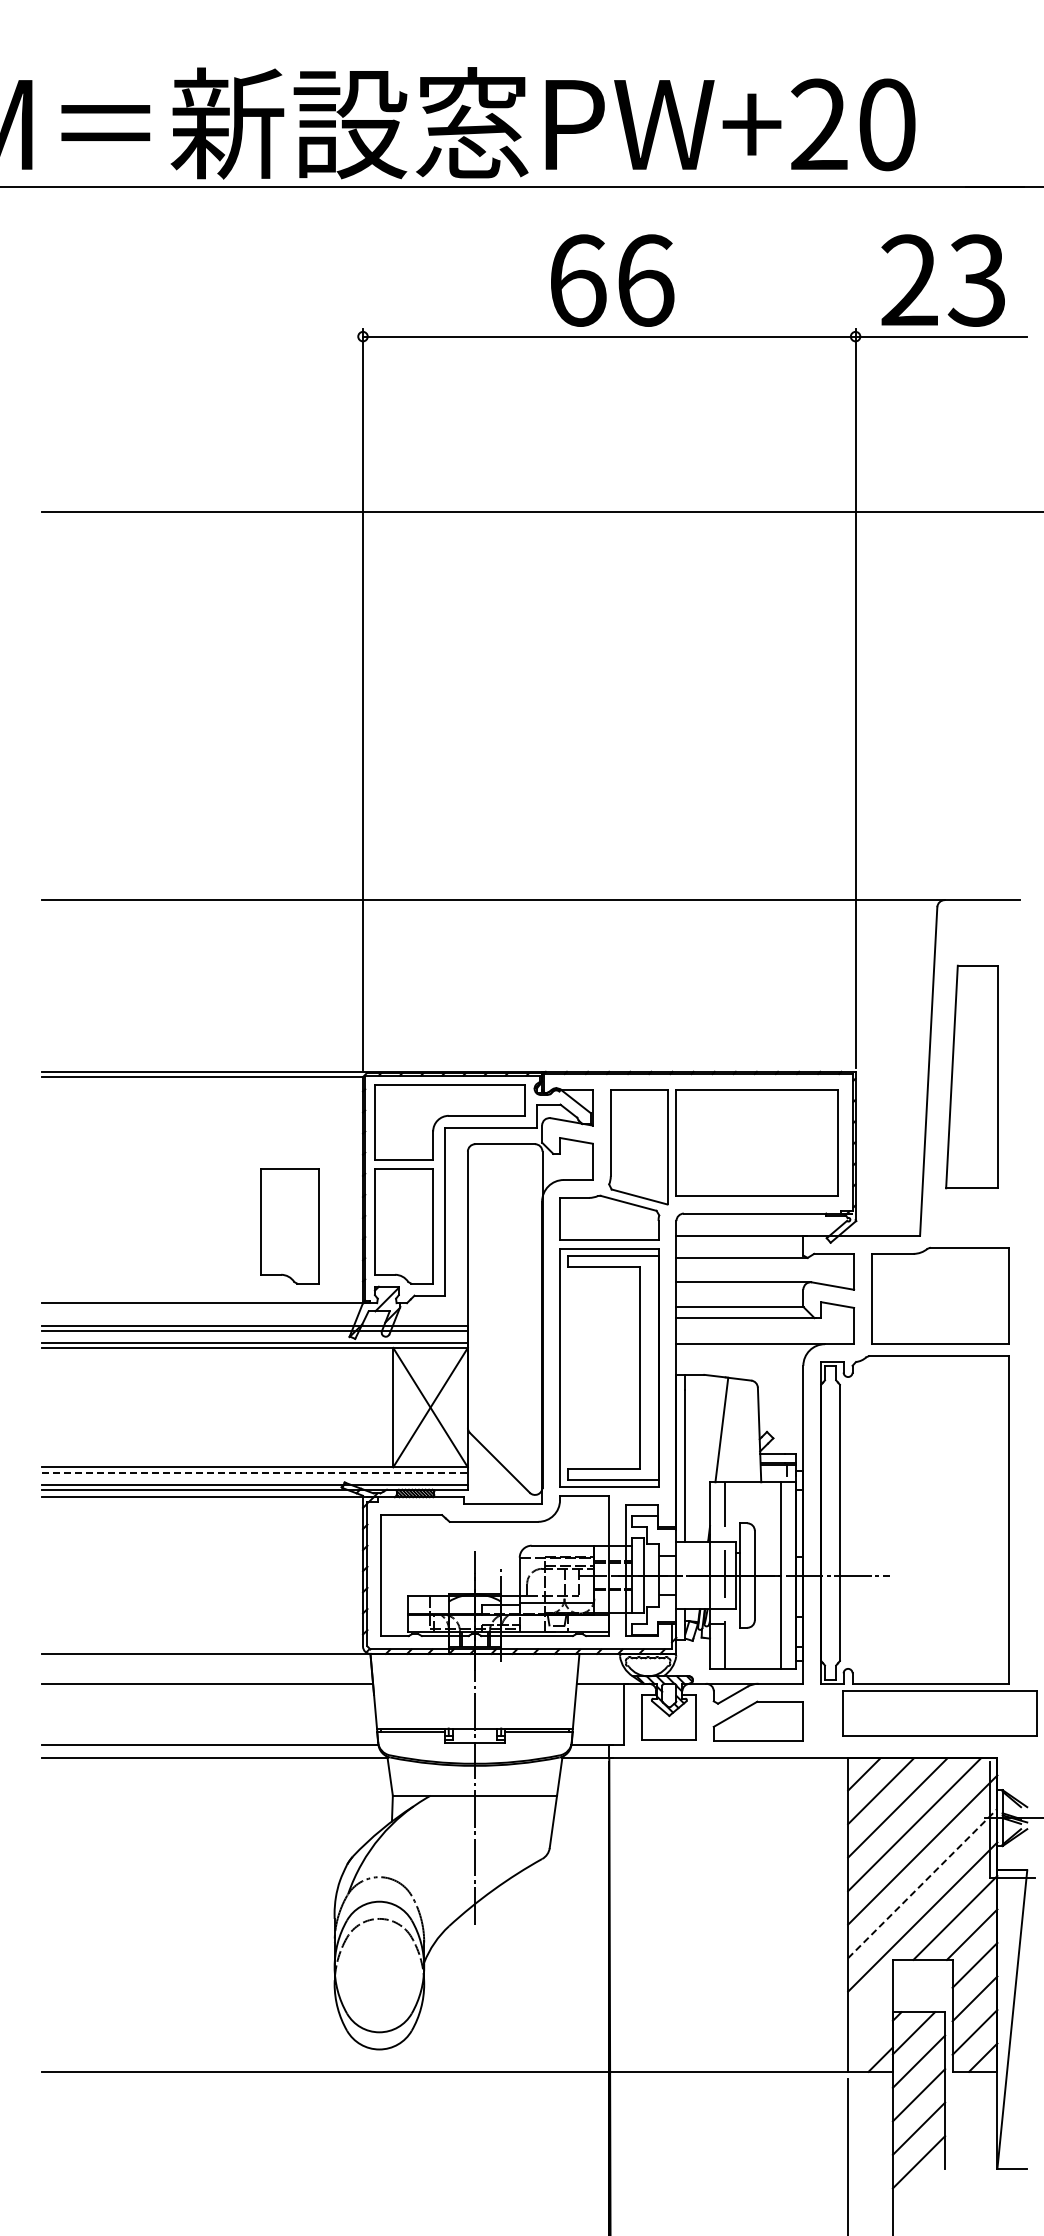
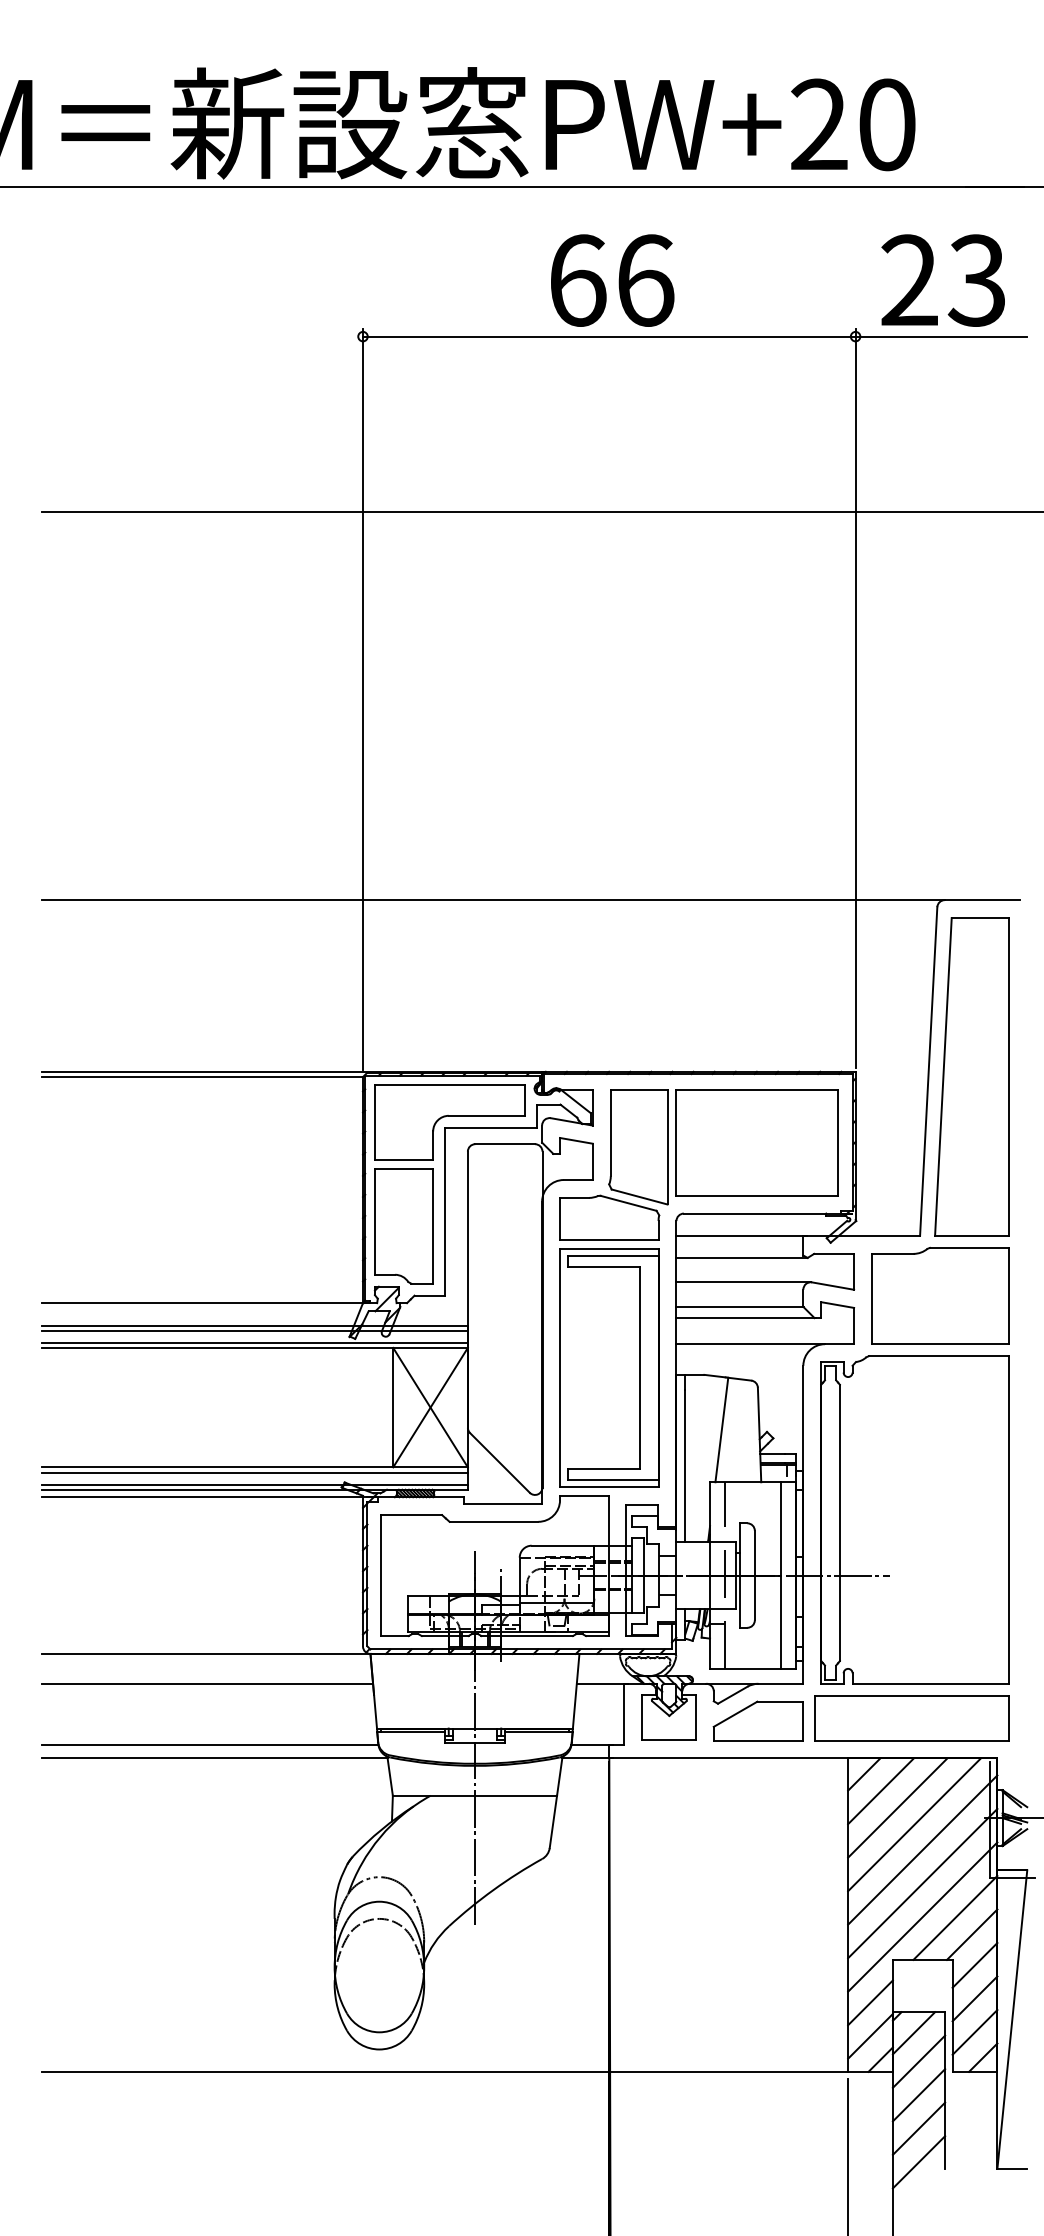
part at (971, 1076) size: 54x226 px -> 76x320 px
part at (289, 1226): present -> none
line at (255, 1472): dashed -> solid
part at (939, 1713) position: (939, 1713) -> (911, 1718)
line at (922, 1883): dashed -> solid
line at (870, 2002): none -> present
line at (870, 2035): none -> present
